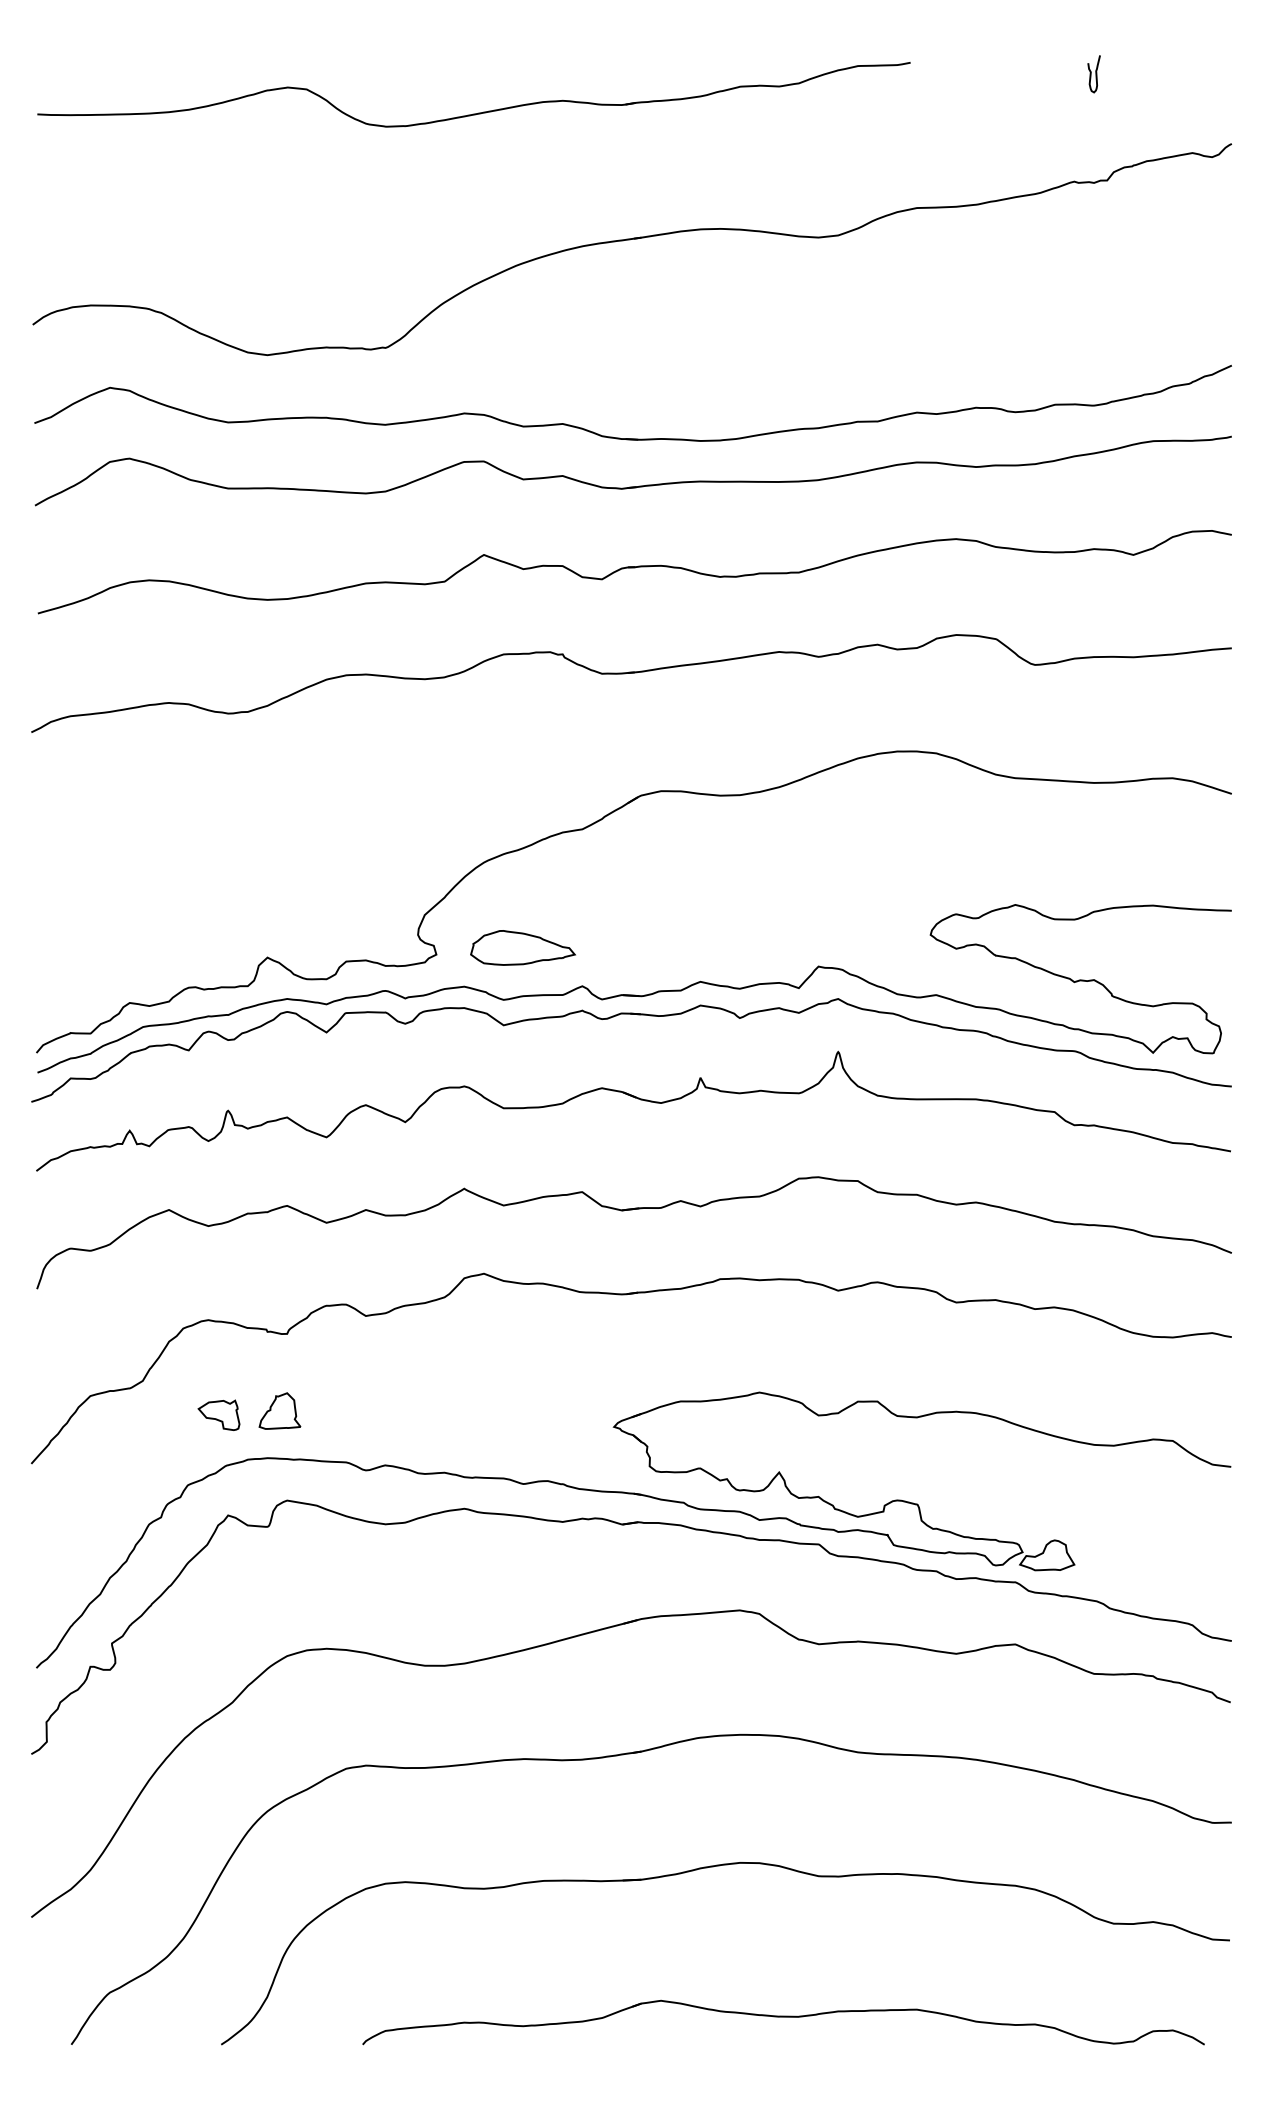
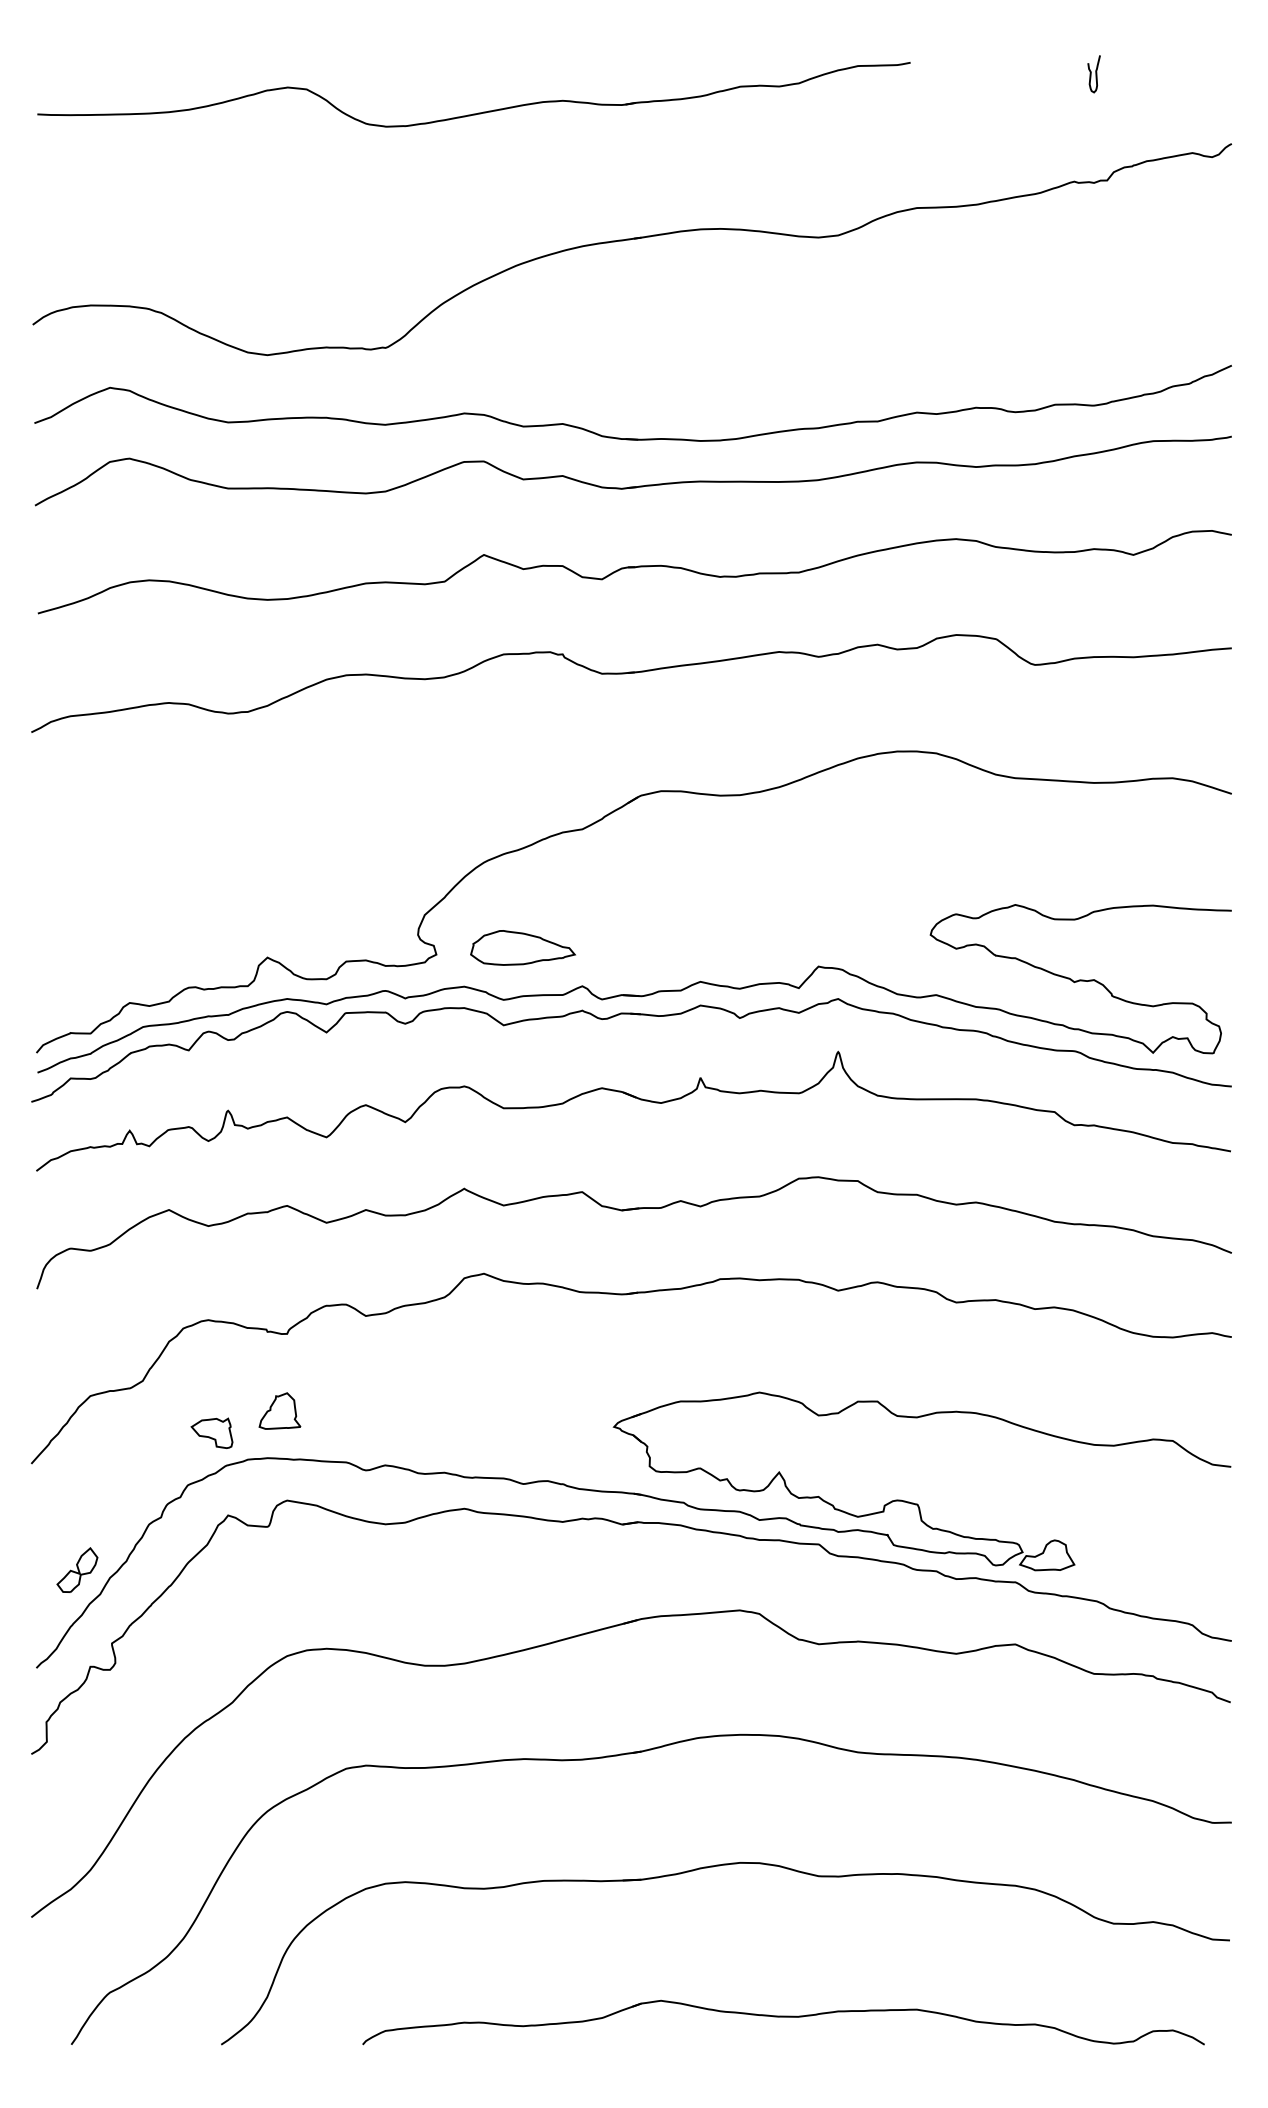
part at (218, 1414) position: (218, 1414) -> (211, 1432)
part at (77, 1569): none -> present
